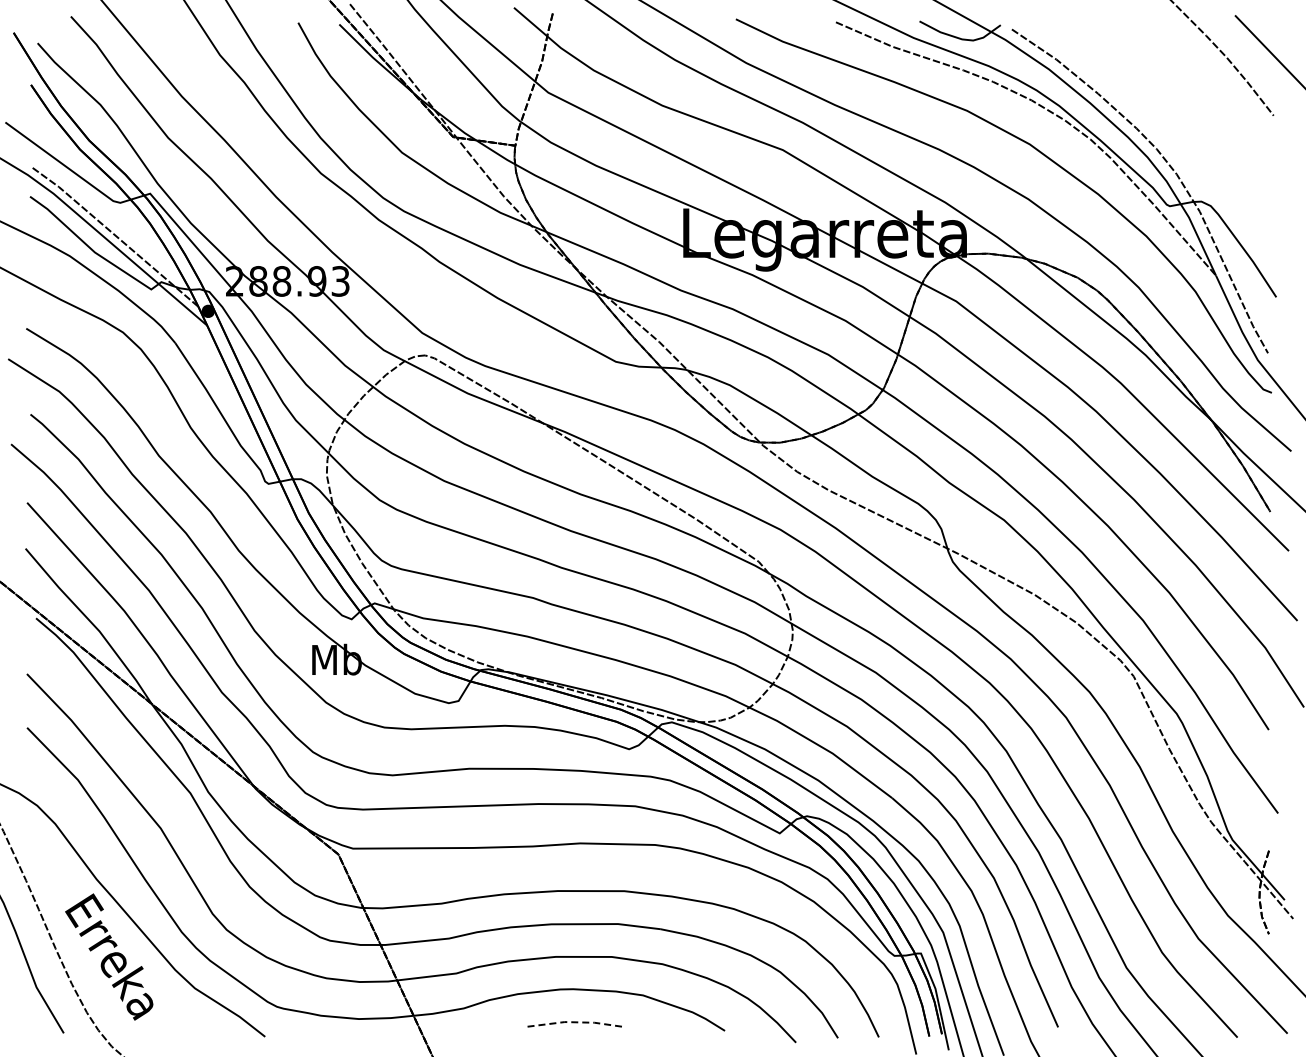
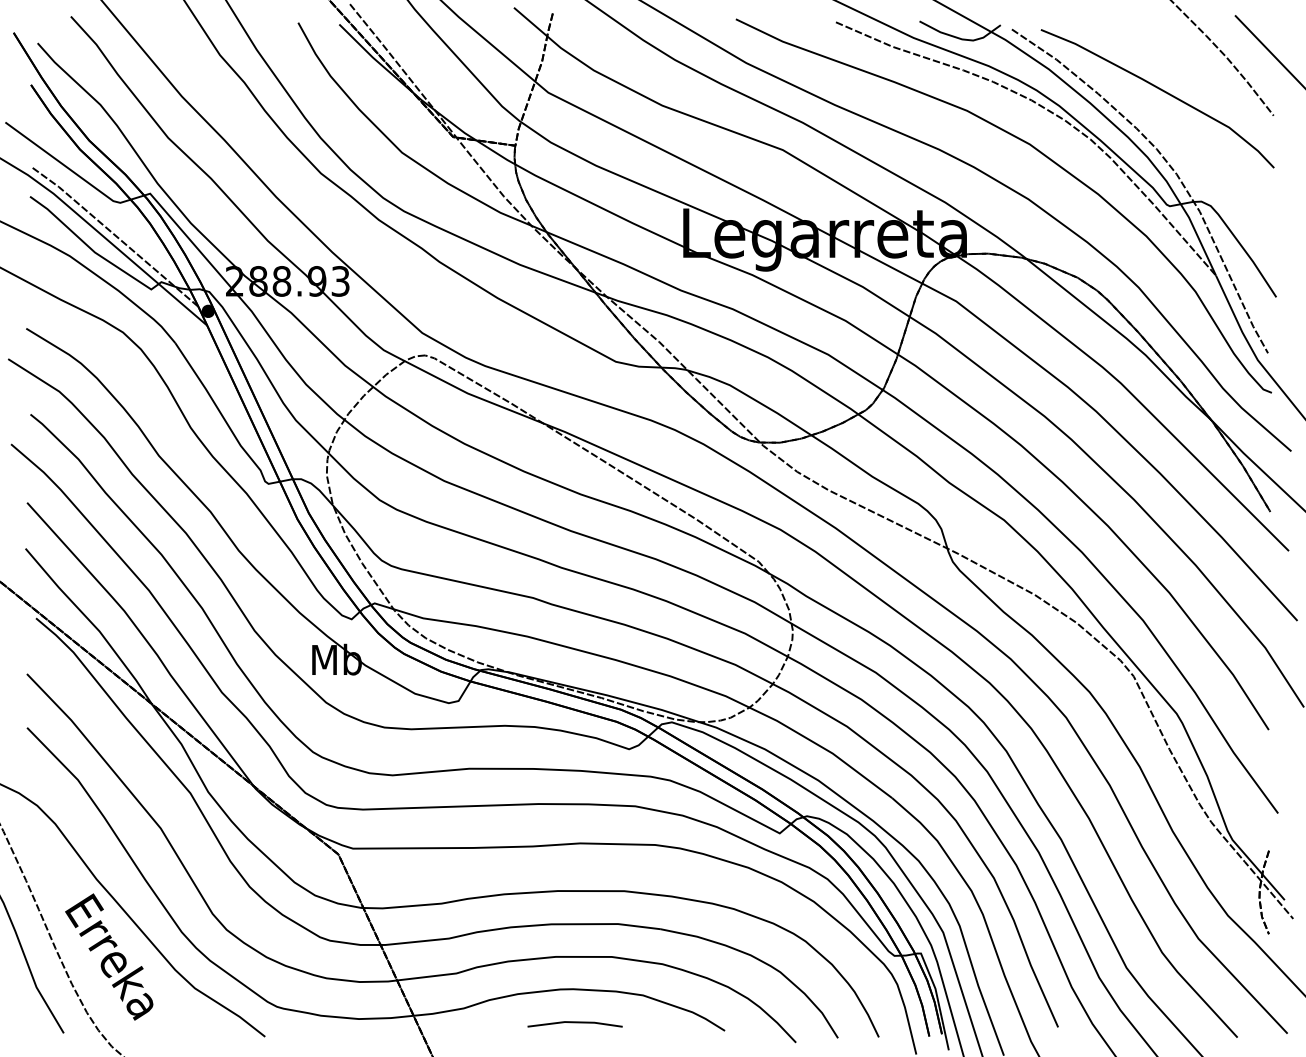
curve at (1160, 90): none -> present
line at (575, 1022): dashed -> solid
